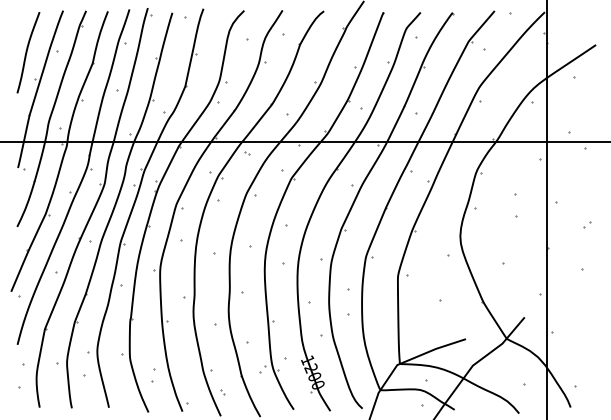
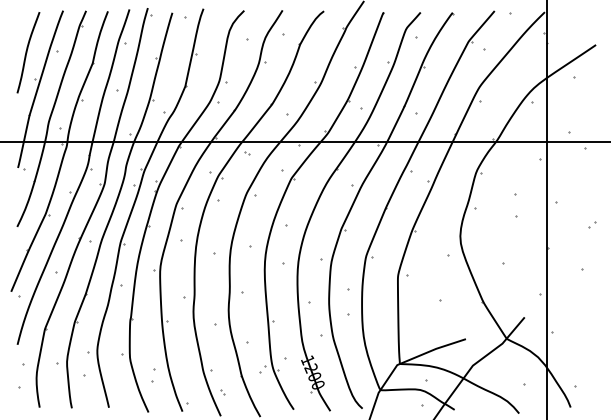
part at (587, 224) position: (587, 224) -> (592, 224)
